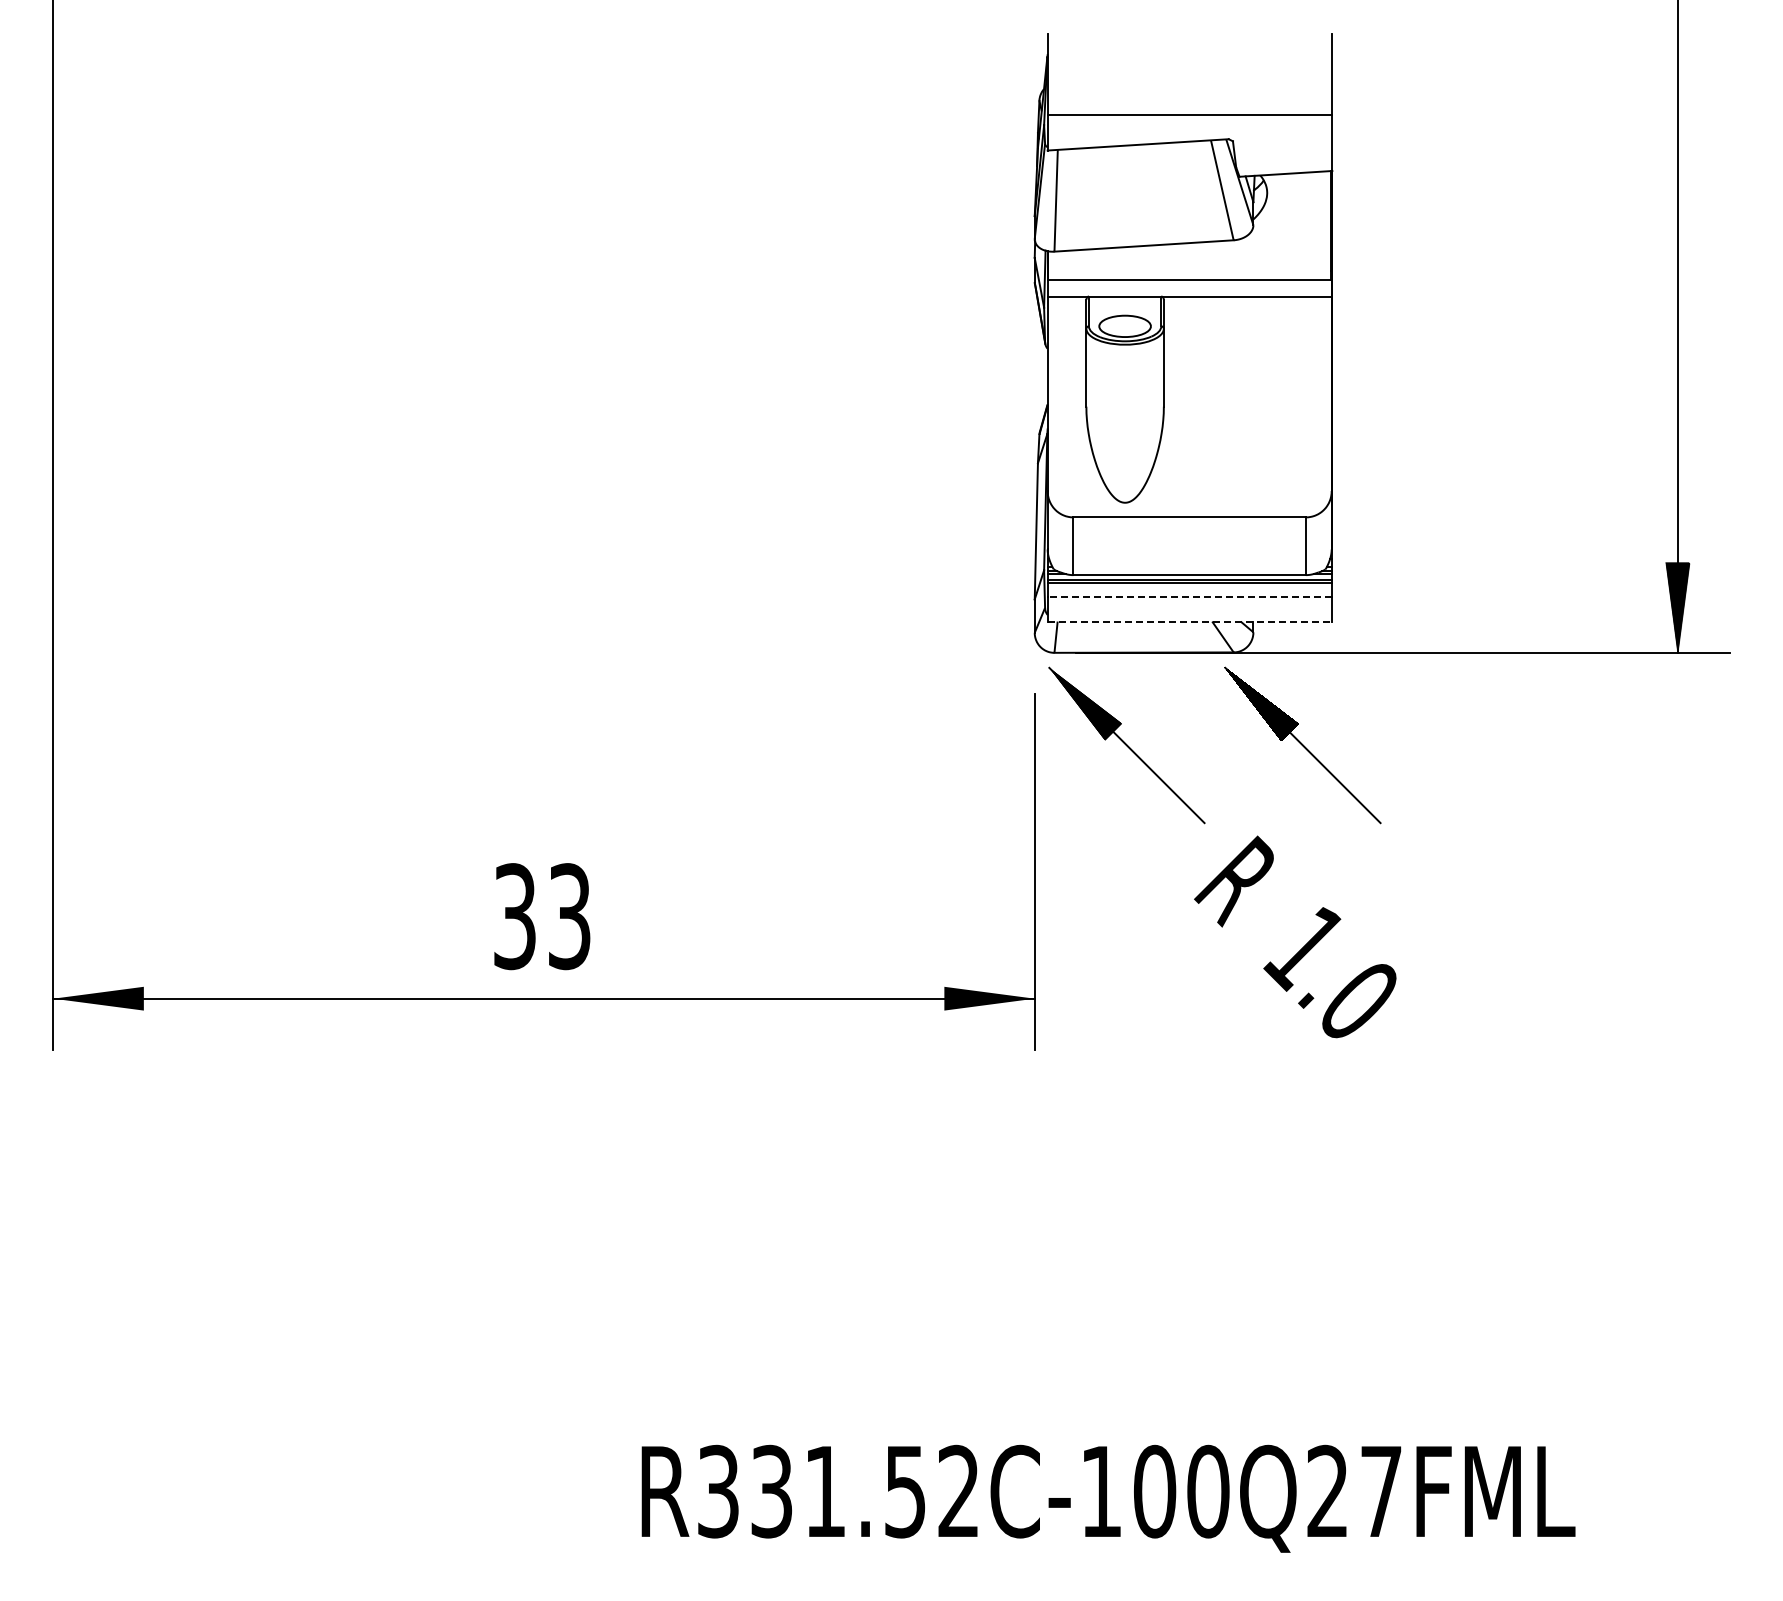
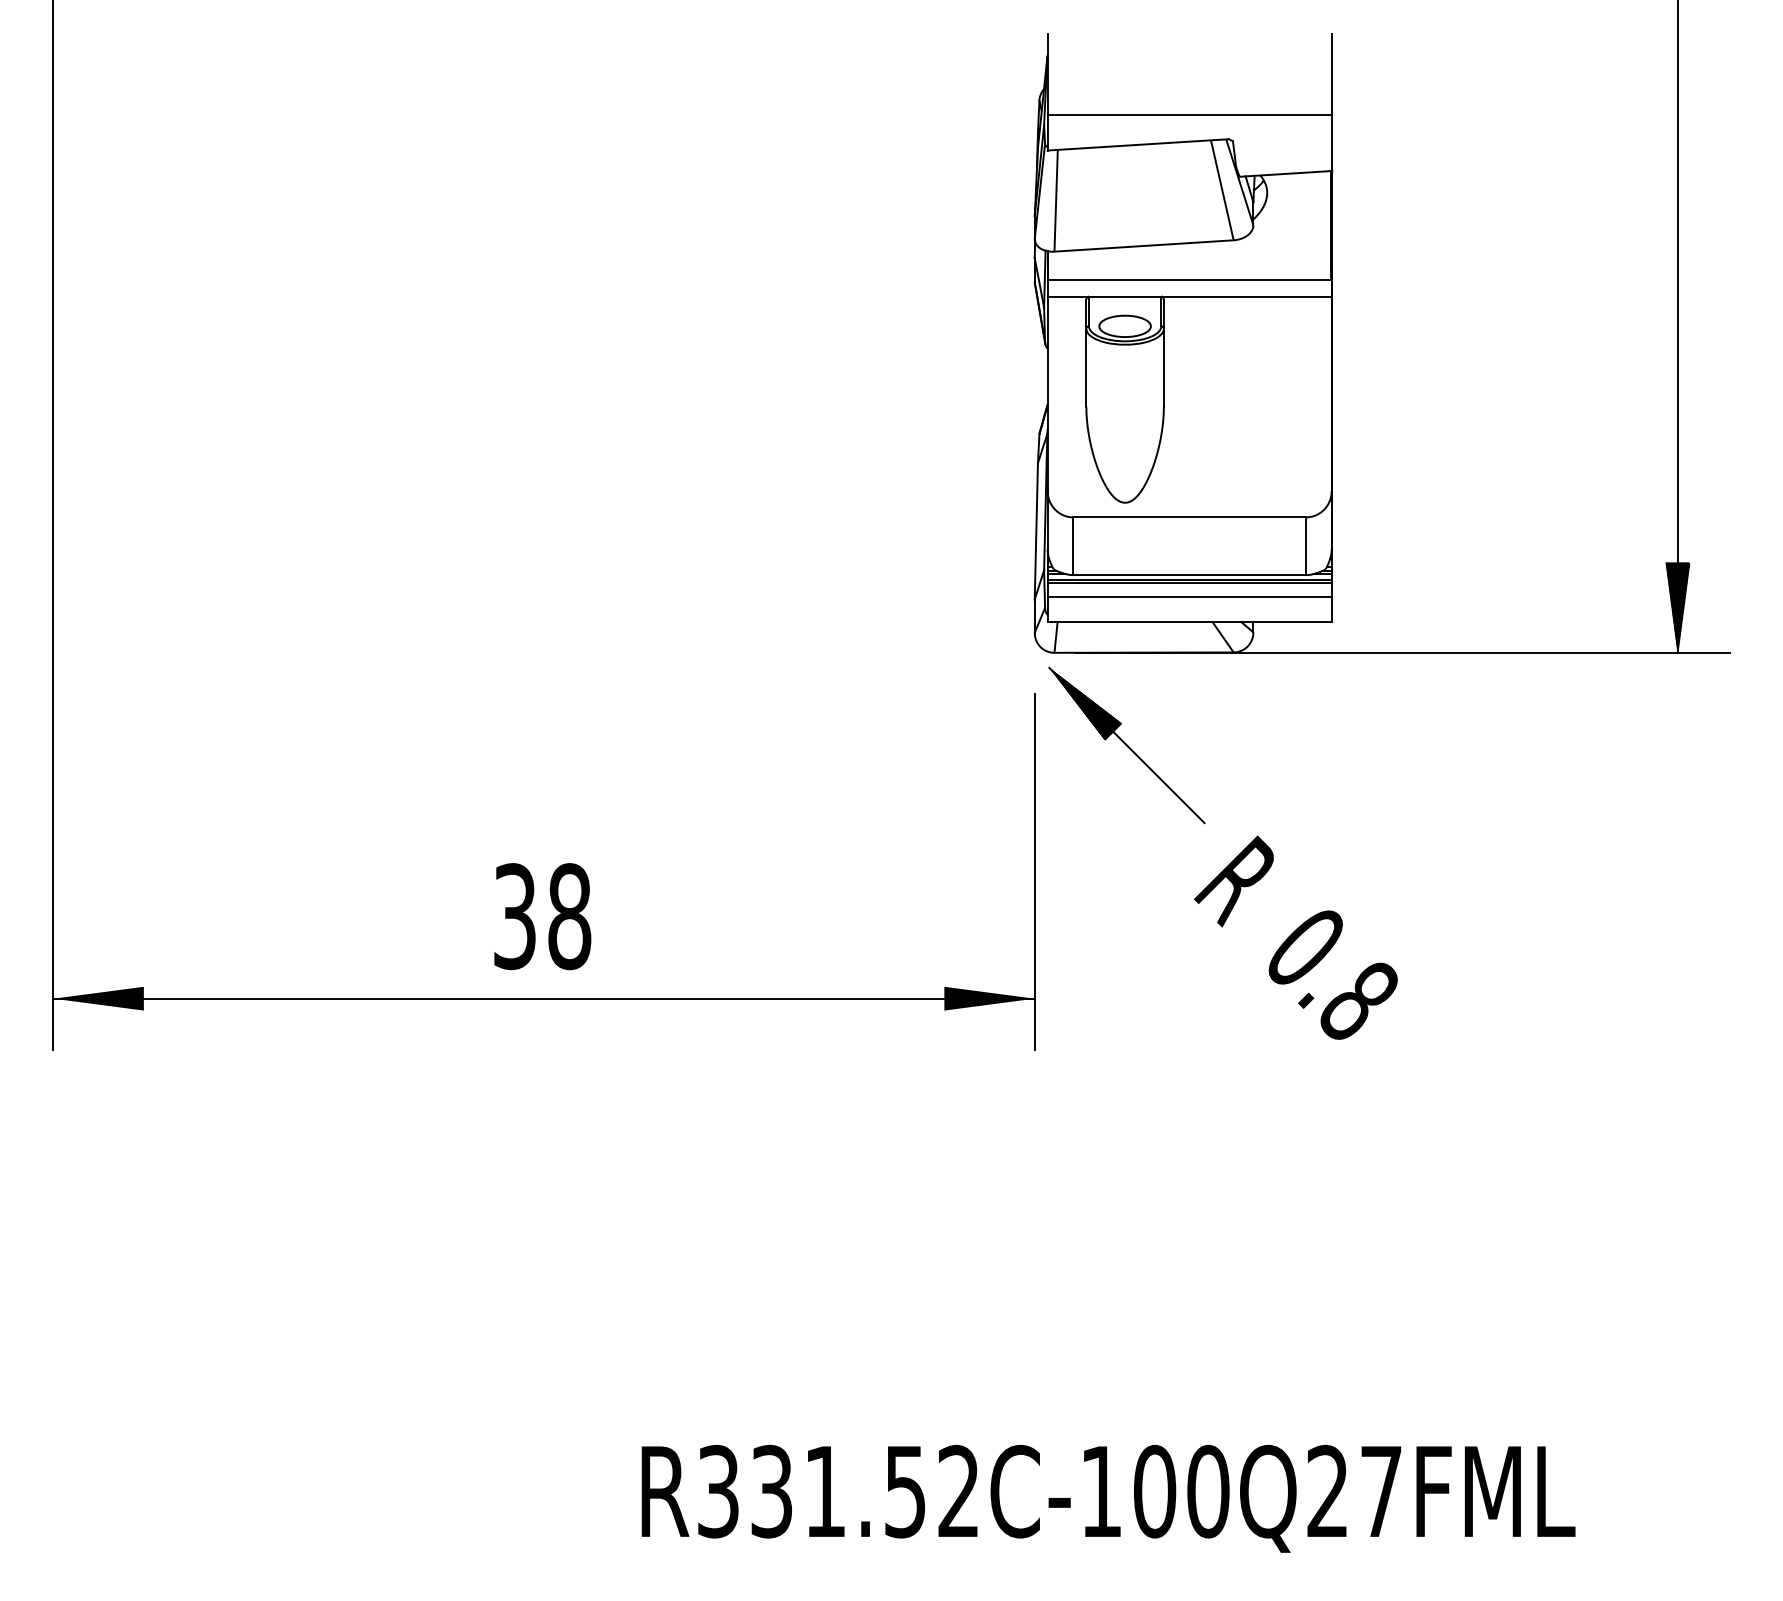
line at (1189, 596): dashed -> solid
line at (1190, 621): dashed -> solid
part at (1302, 745): present -> none
text at (569, 916): 33 -> 38
text at (1330, 973): 1.0 -> 0.8
